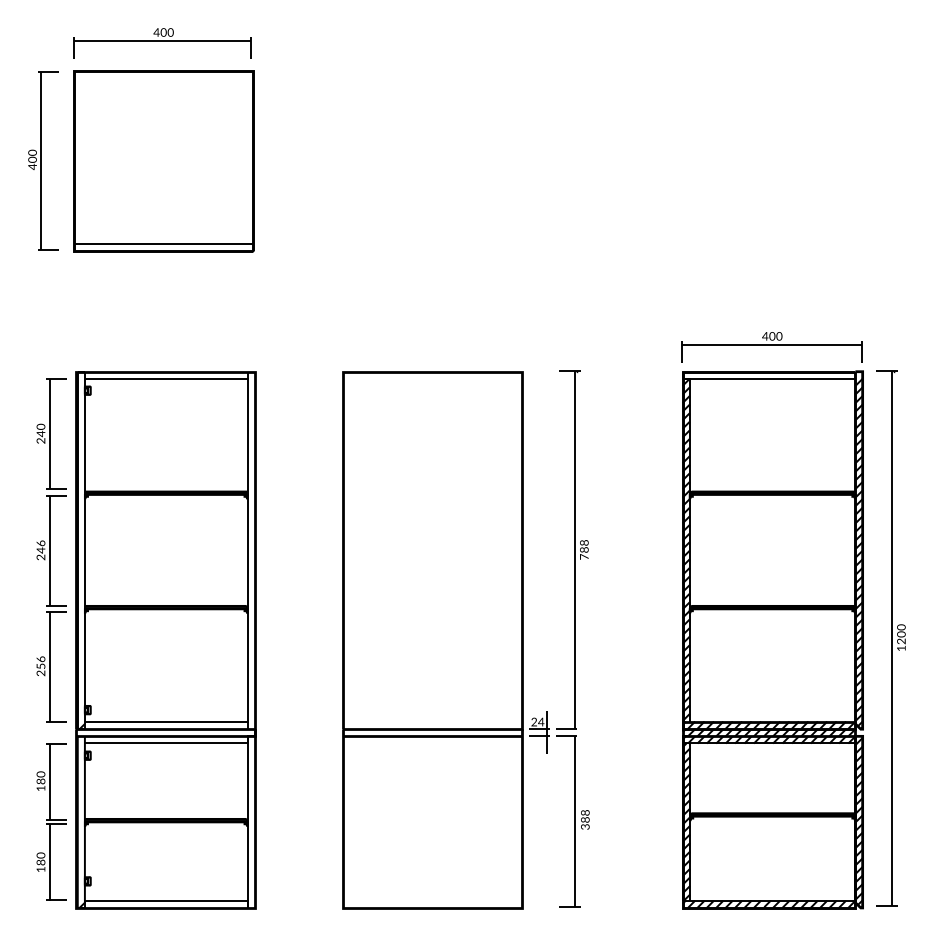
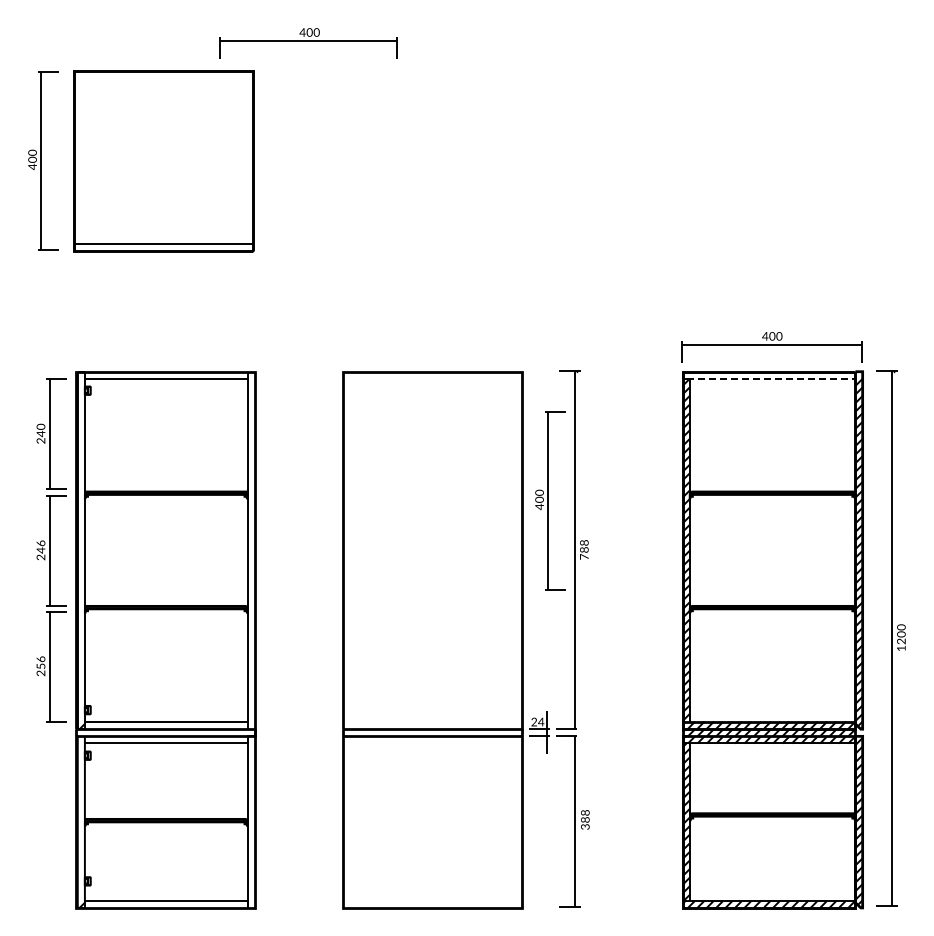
part at (162, 43) position: (162, 43) -> (308, 43)
line at (764, 378): solid -> dashed
part at (550, 500): none -> present
part at (51, 821): present -> none
